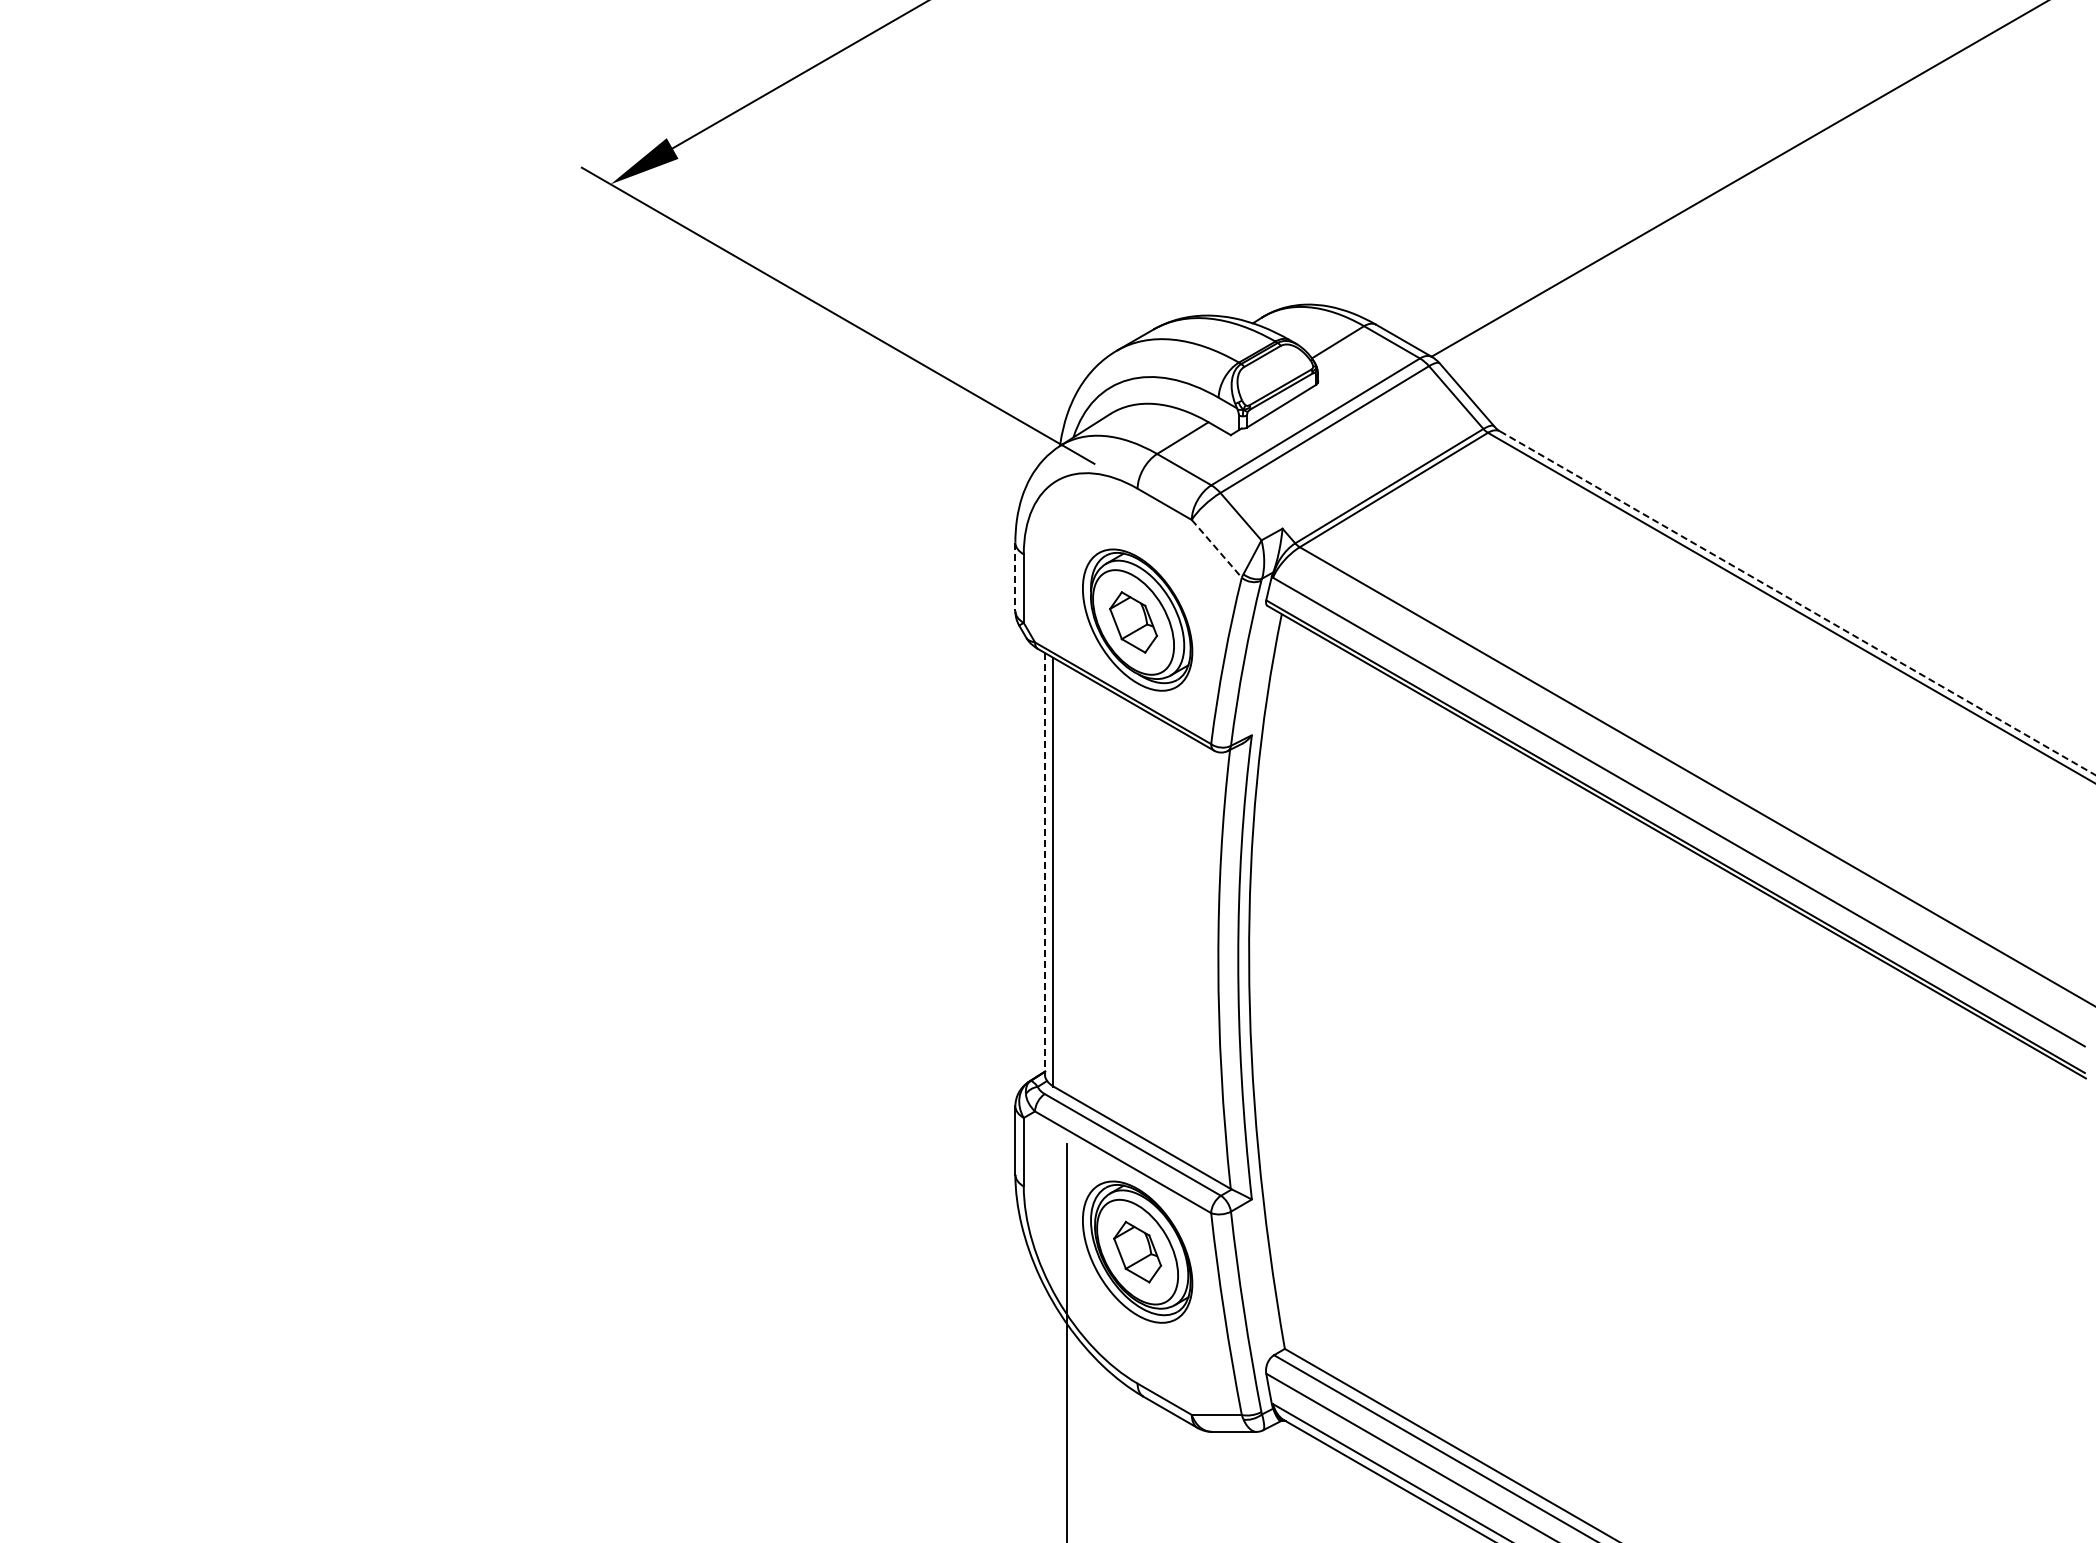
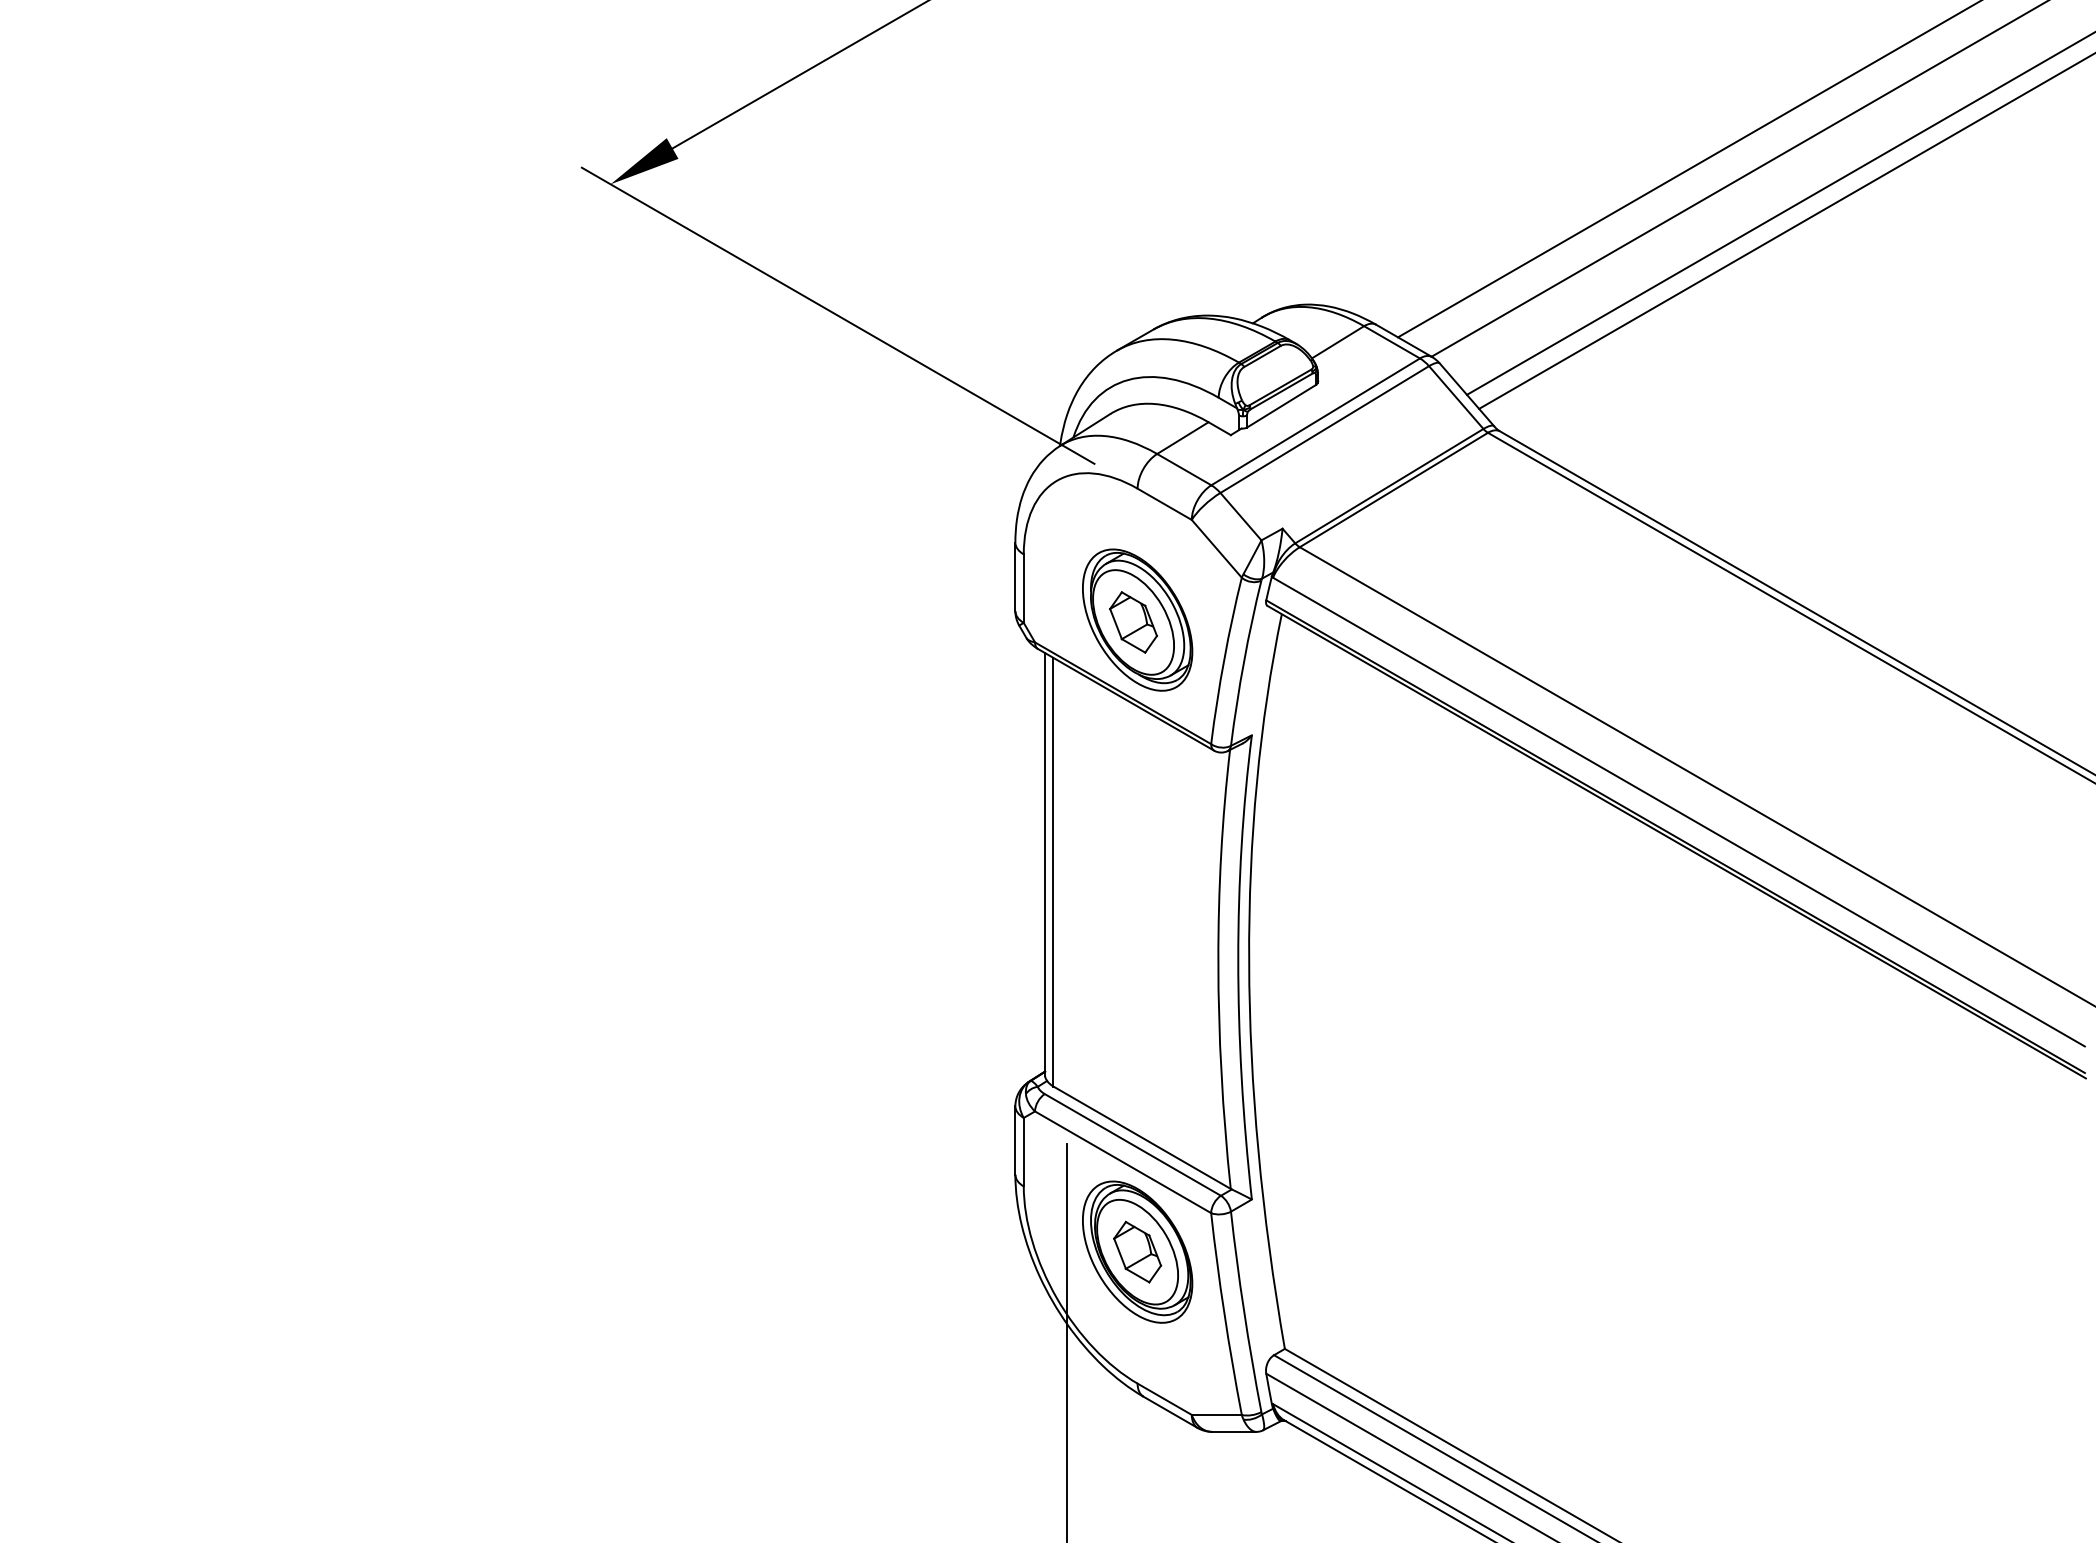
line at (1688, 169): none -> present
line at (1779, 213): none -> present
line at (1785, 231): none -> present
line at (1217, 549): dashed -> solid
line at (1015, 577): dashed -> solid
line at (1797, 603): dashed -> solid
line at (1045, 864): dashed -> solid
